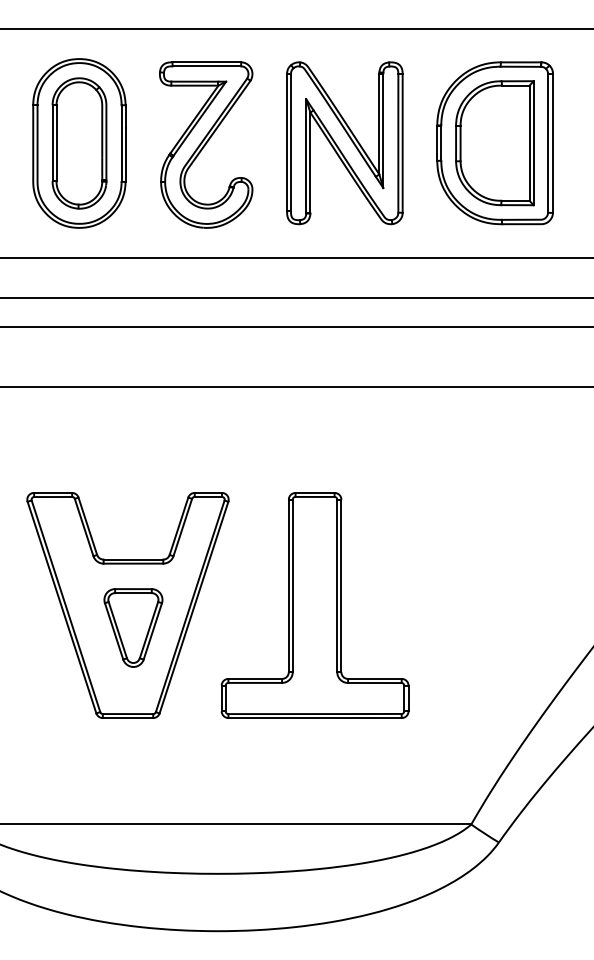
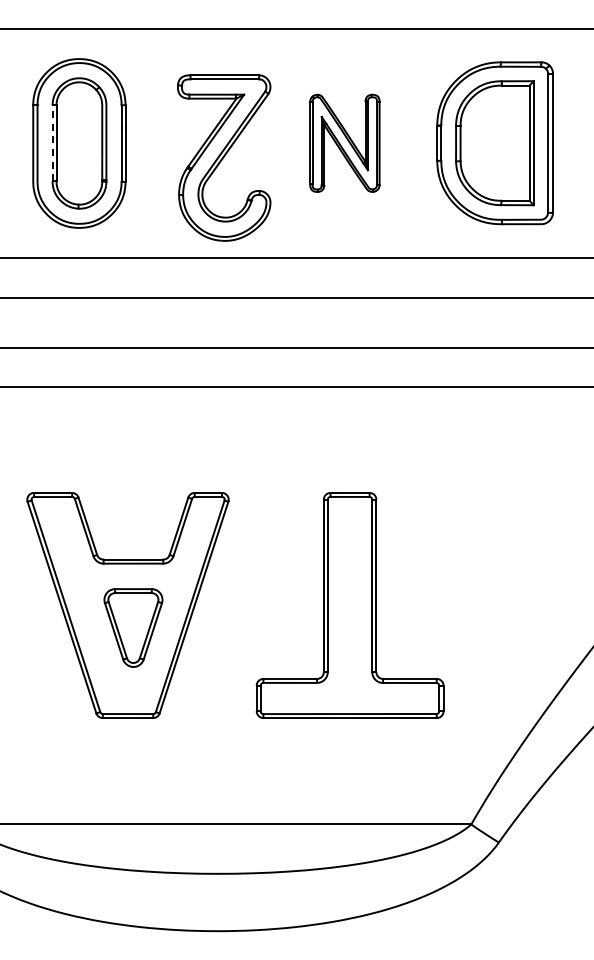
line at (52, 143): solid -> dashed
part at (344, 143) size: 118x165 px -> 72x100 px
part at (206, 144) position: (206, 144) -> (224, 157)
line at (296, 327) position: (296, 327) -> (296, 348)
part at (314, 605) position: (314, 605) -> (349, 605)
